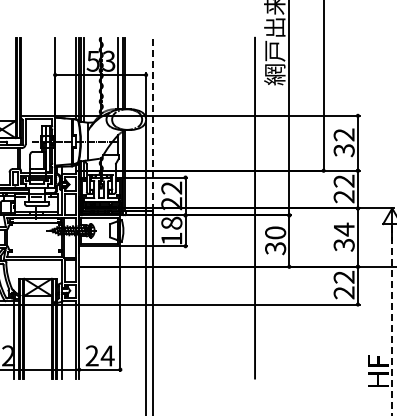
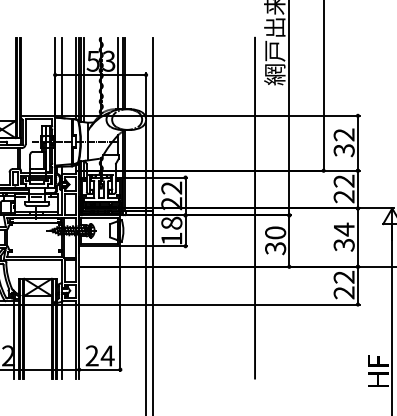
line at (62, 77): none -> present
line at (152, 124): dashed -> solid
line at (392, 321): dashed -> solid
